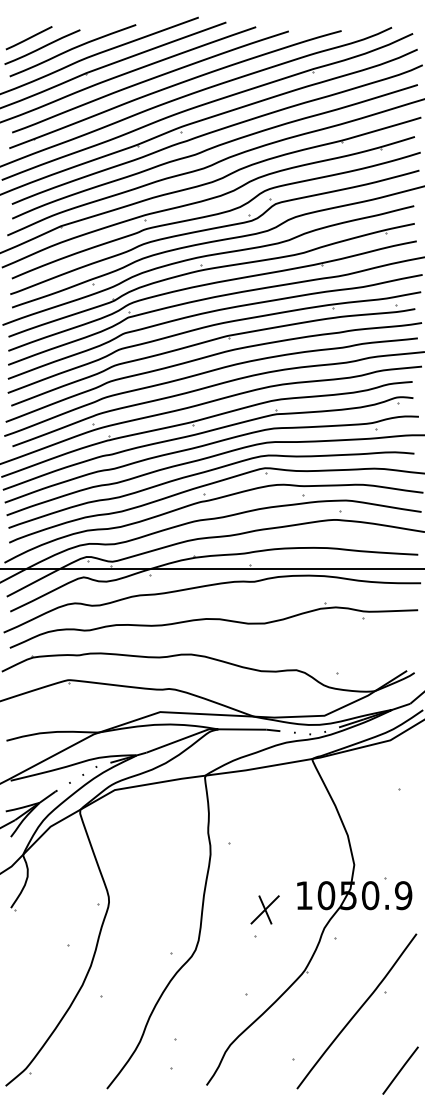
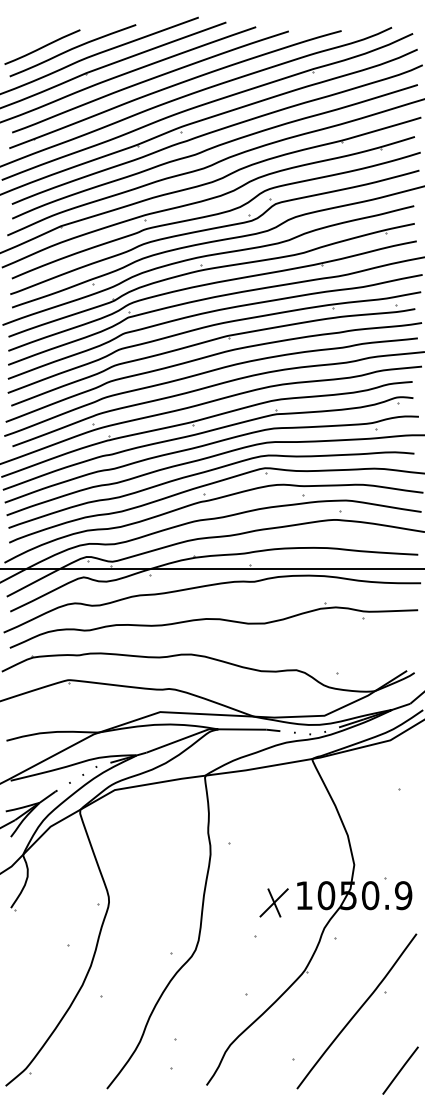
line at (28, 38): present -> none
part at (264, 909) position: (264, 909) -> (273, 902)
